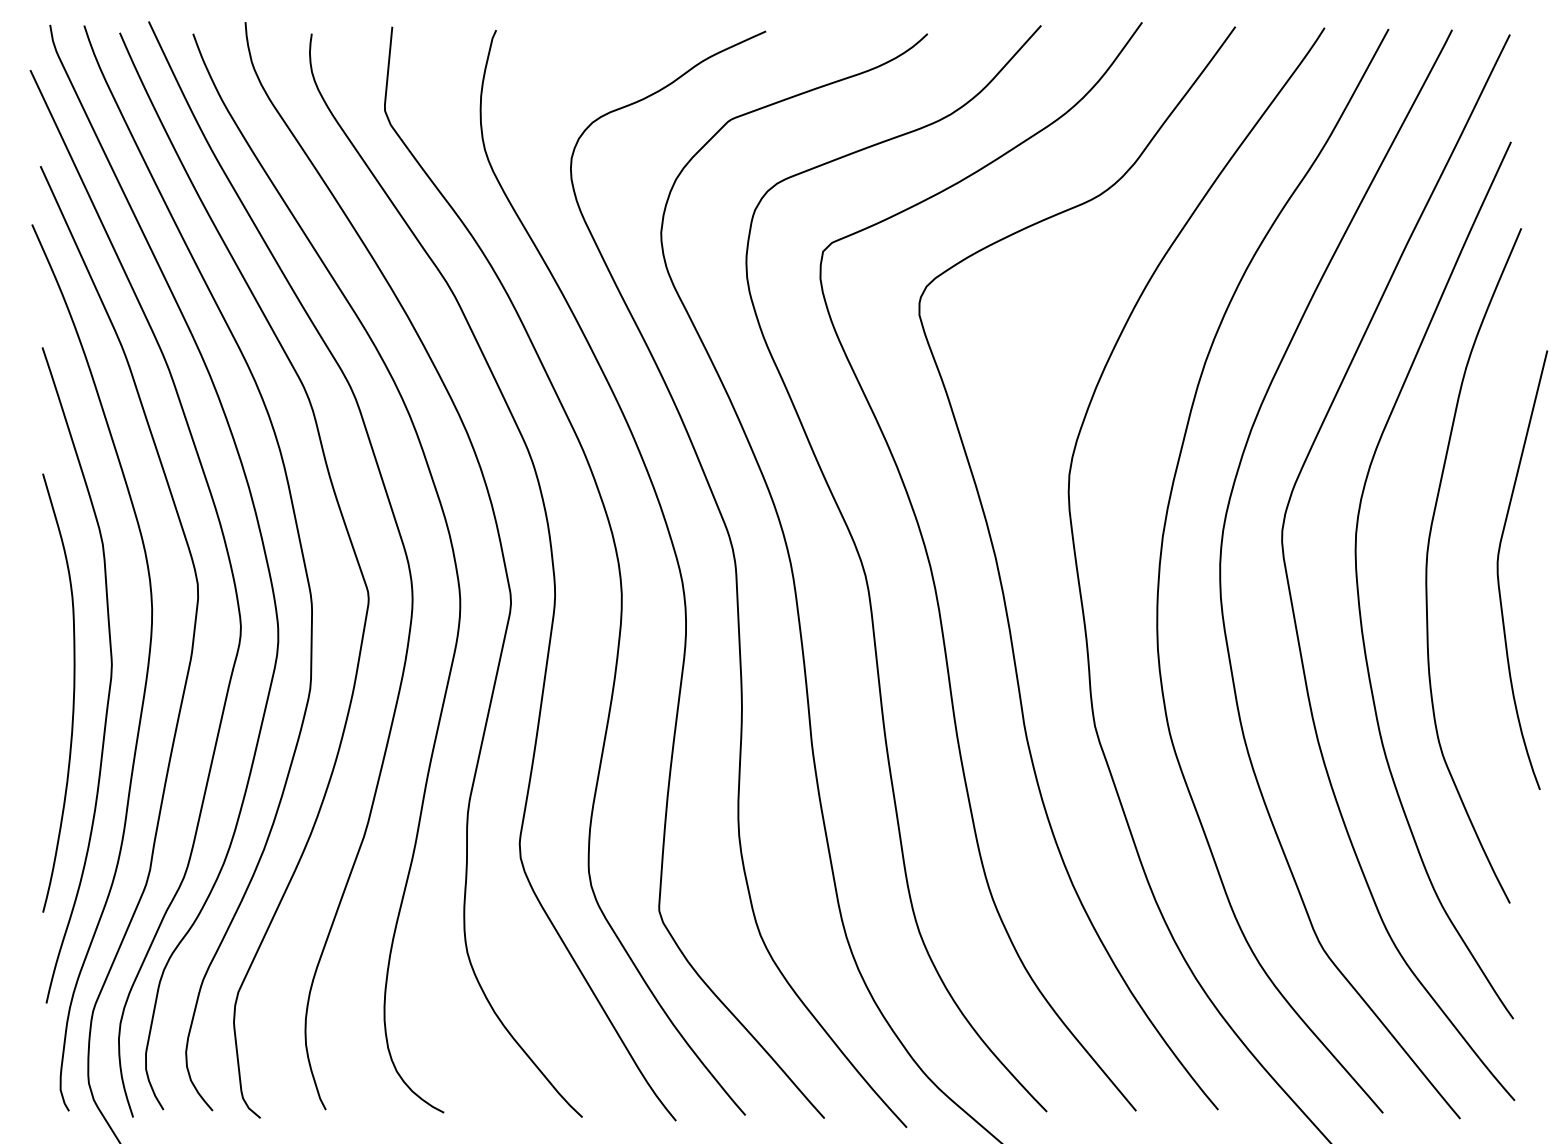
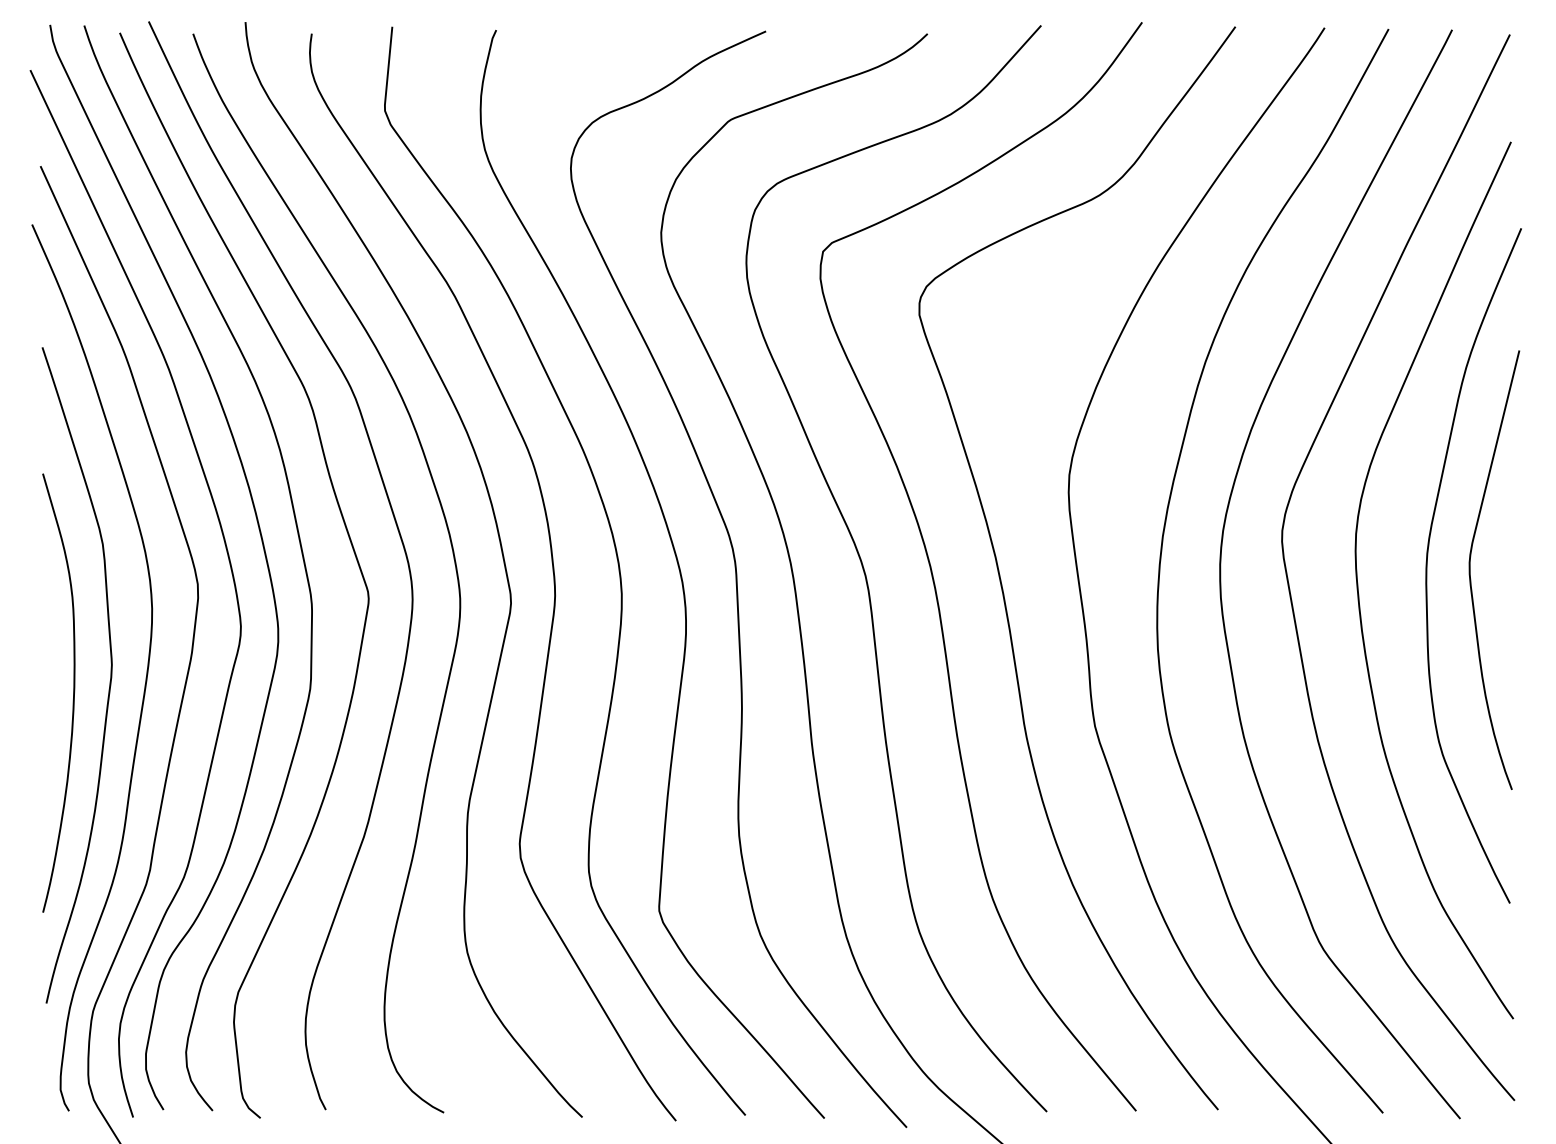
curve at (1498, 569) position: (1498, 569) -> (1470, 569)
